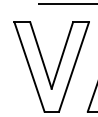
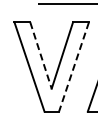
line at (40, 55): solid -> dashed
line at (73, 67): solid -> dashed
